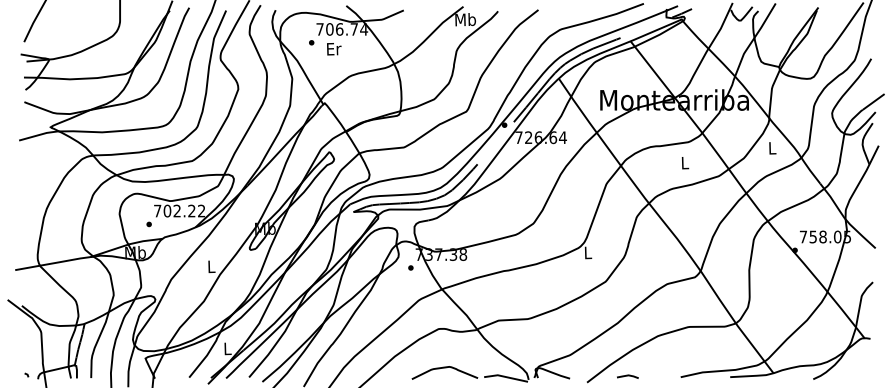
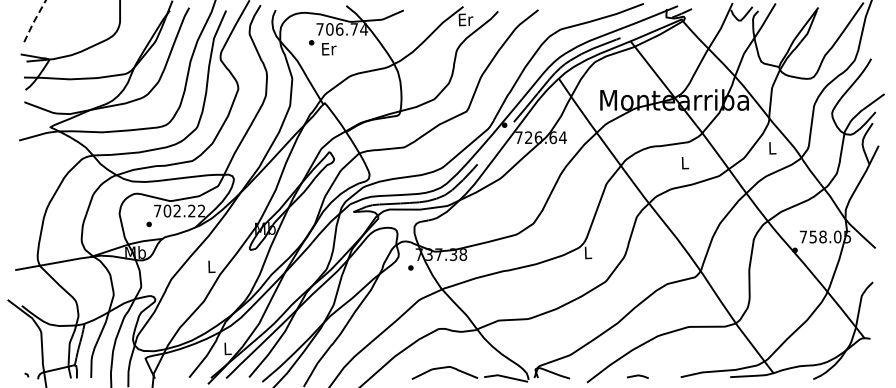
text at (465, 19): Mb -> Er
line at (34, 21): solid -> dashed
text at (334, 49) position: (334, 49) -> (329, 49)
line at (627, 376) position: (627, 376) -> (637, 376)
